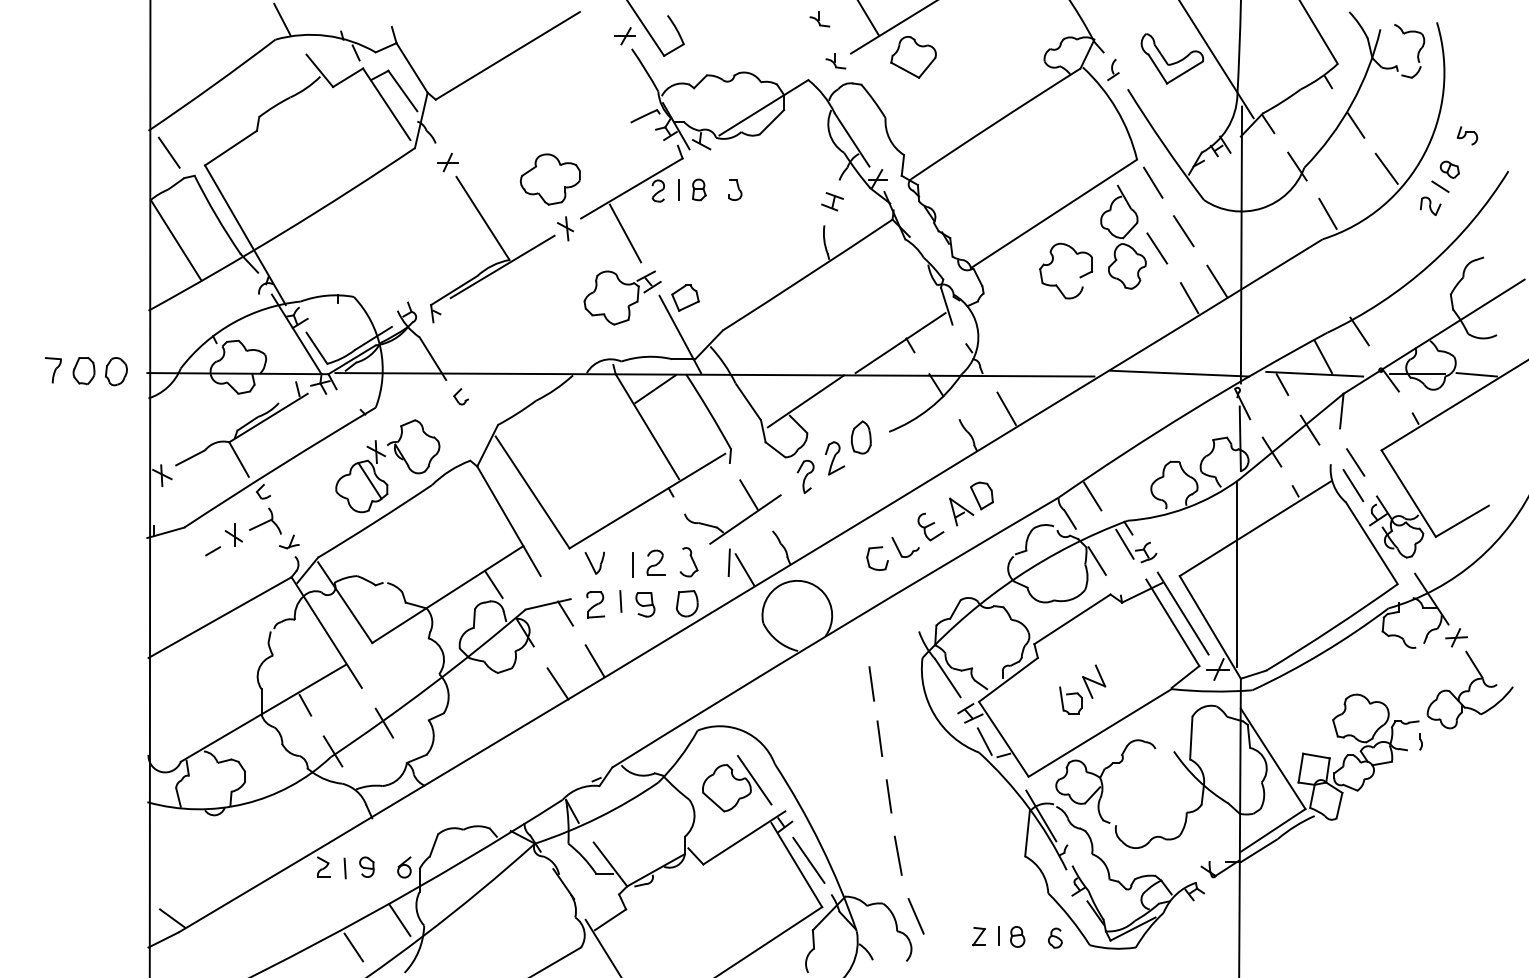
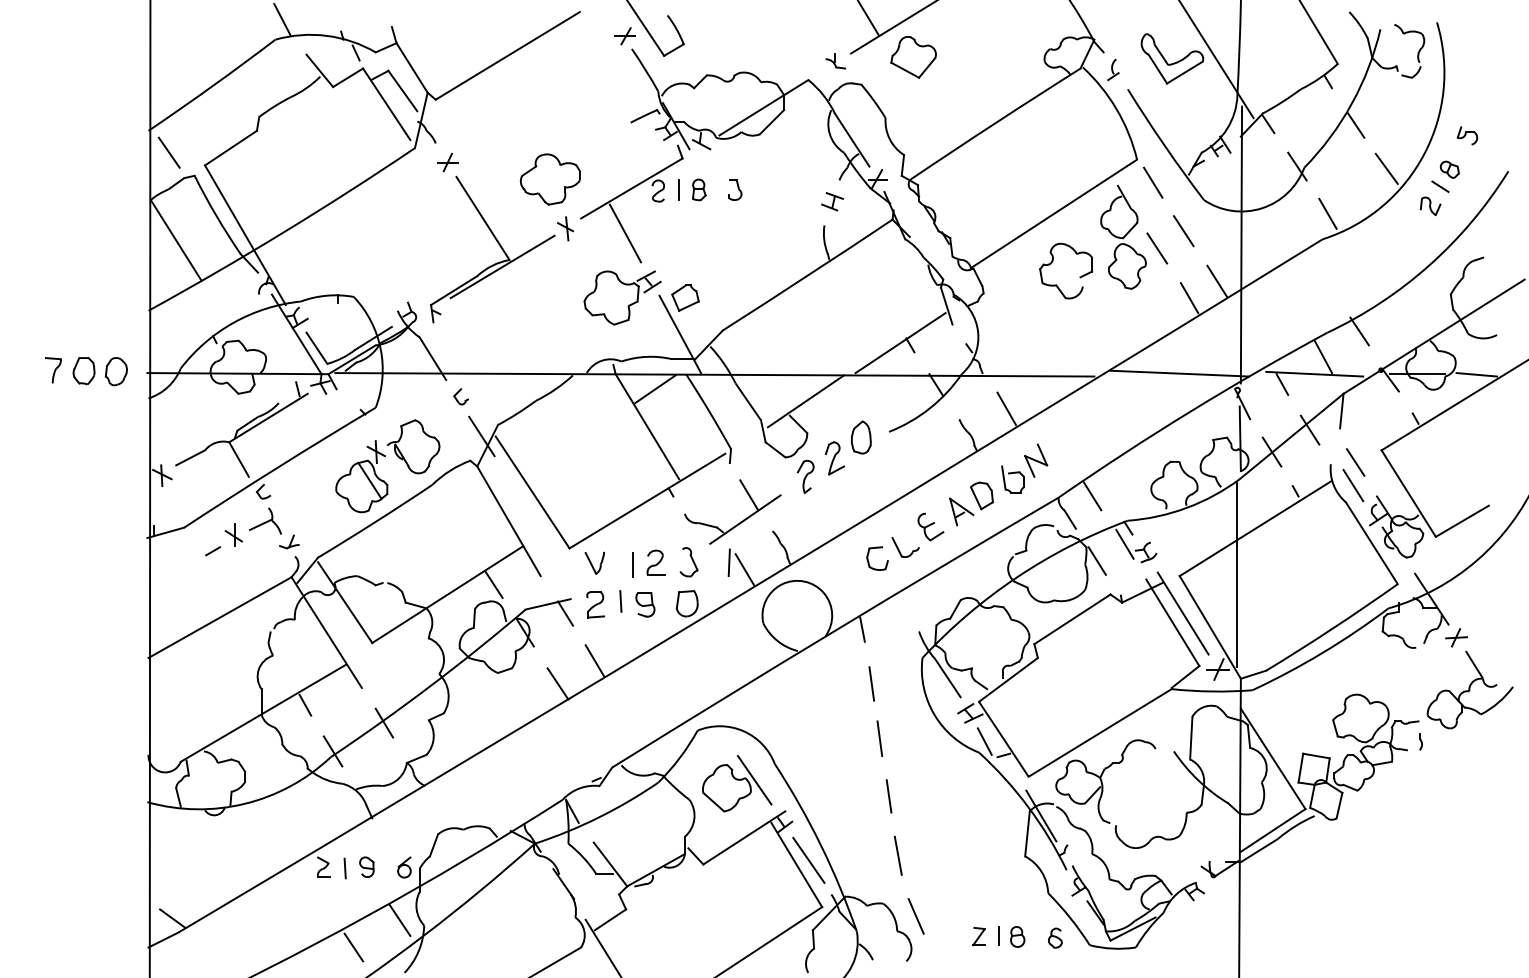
part at (819, 19): present -> none
line at (481, 436): none -> present
line at (862, 629): none -> present
part at (1082, 689) position: (1082, 689) -> (1024, 468)
